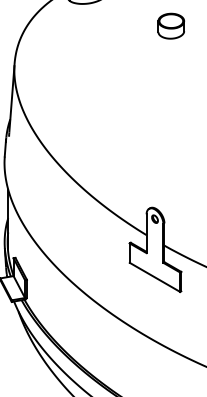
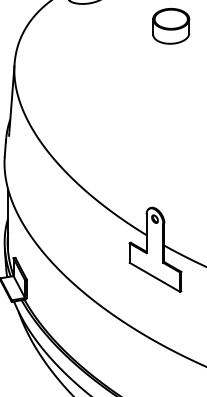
part at (171, 25) size: 29x28 px -> 39x37 px
